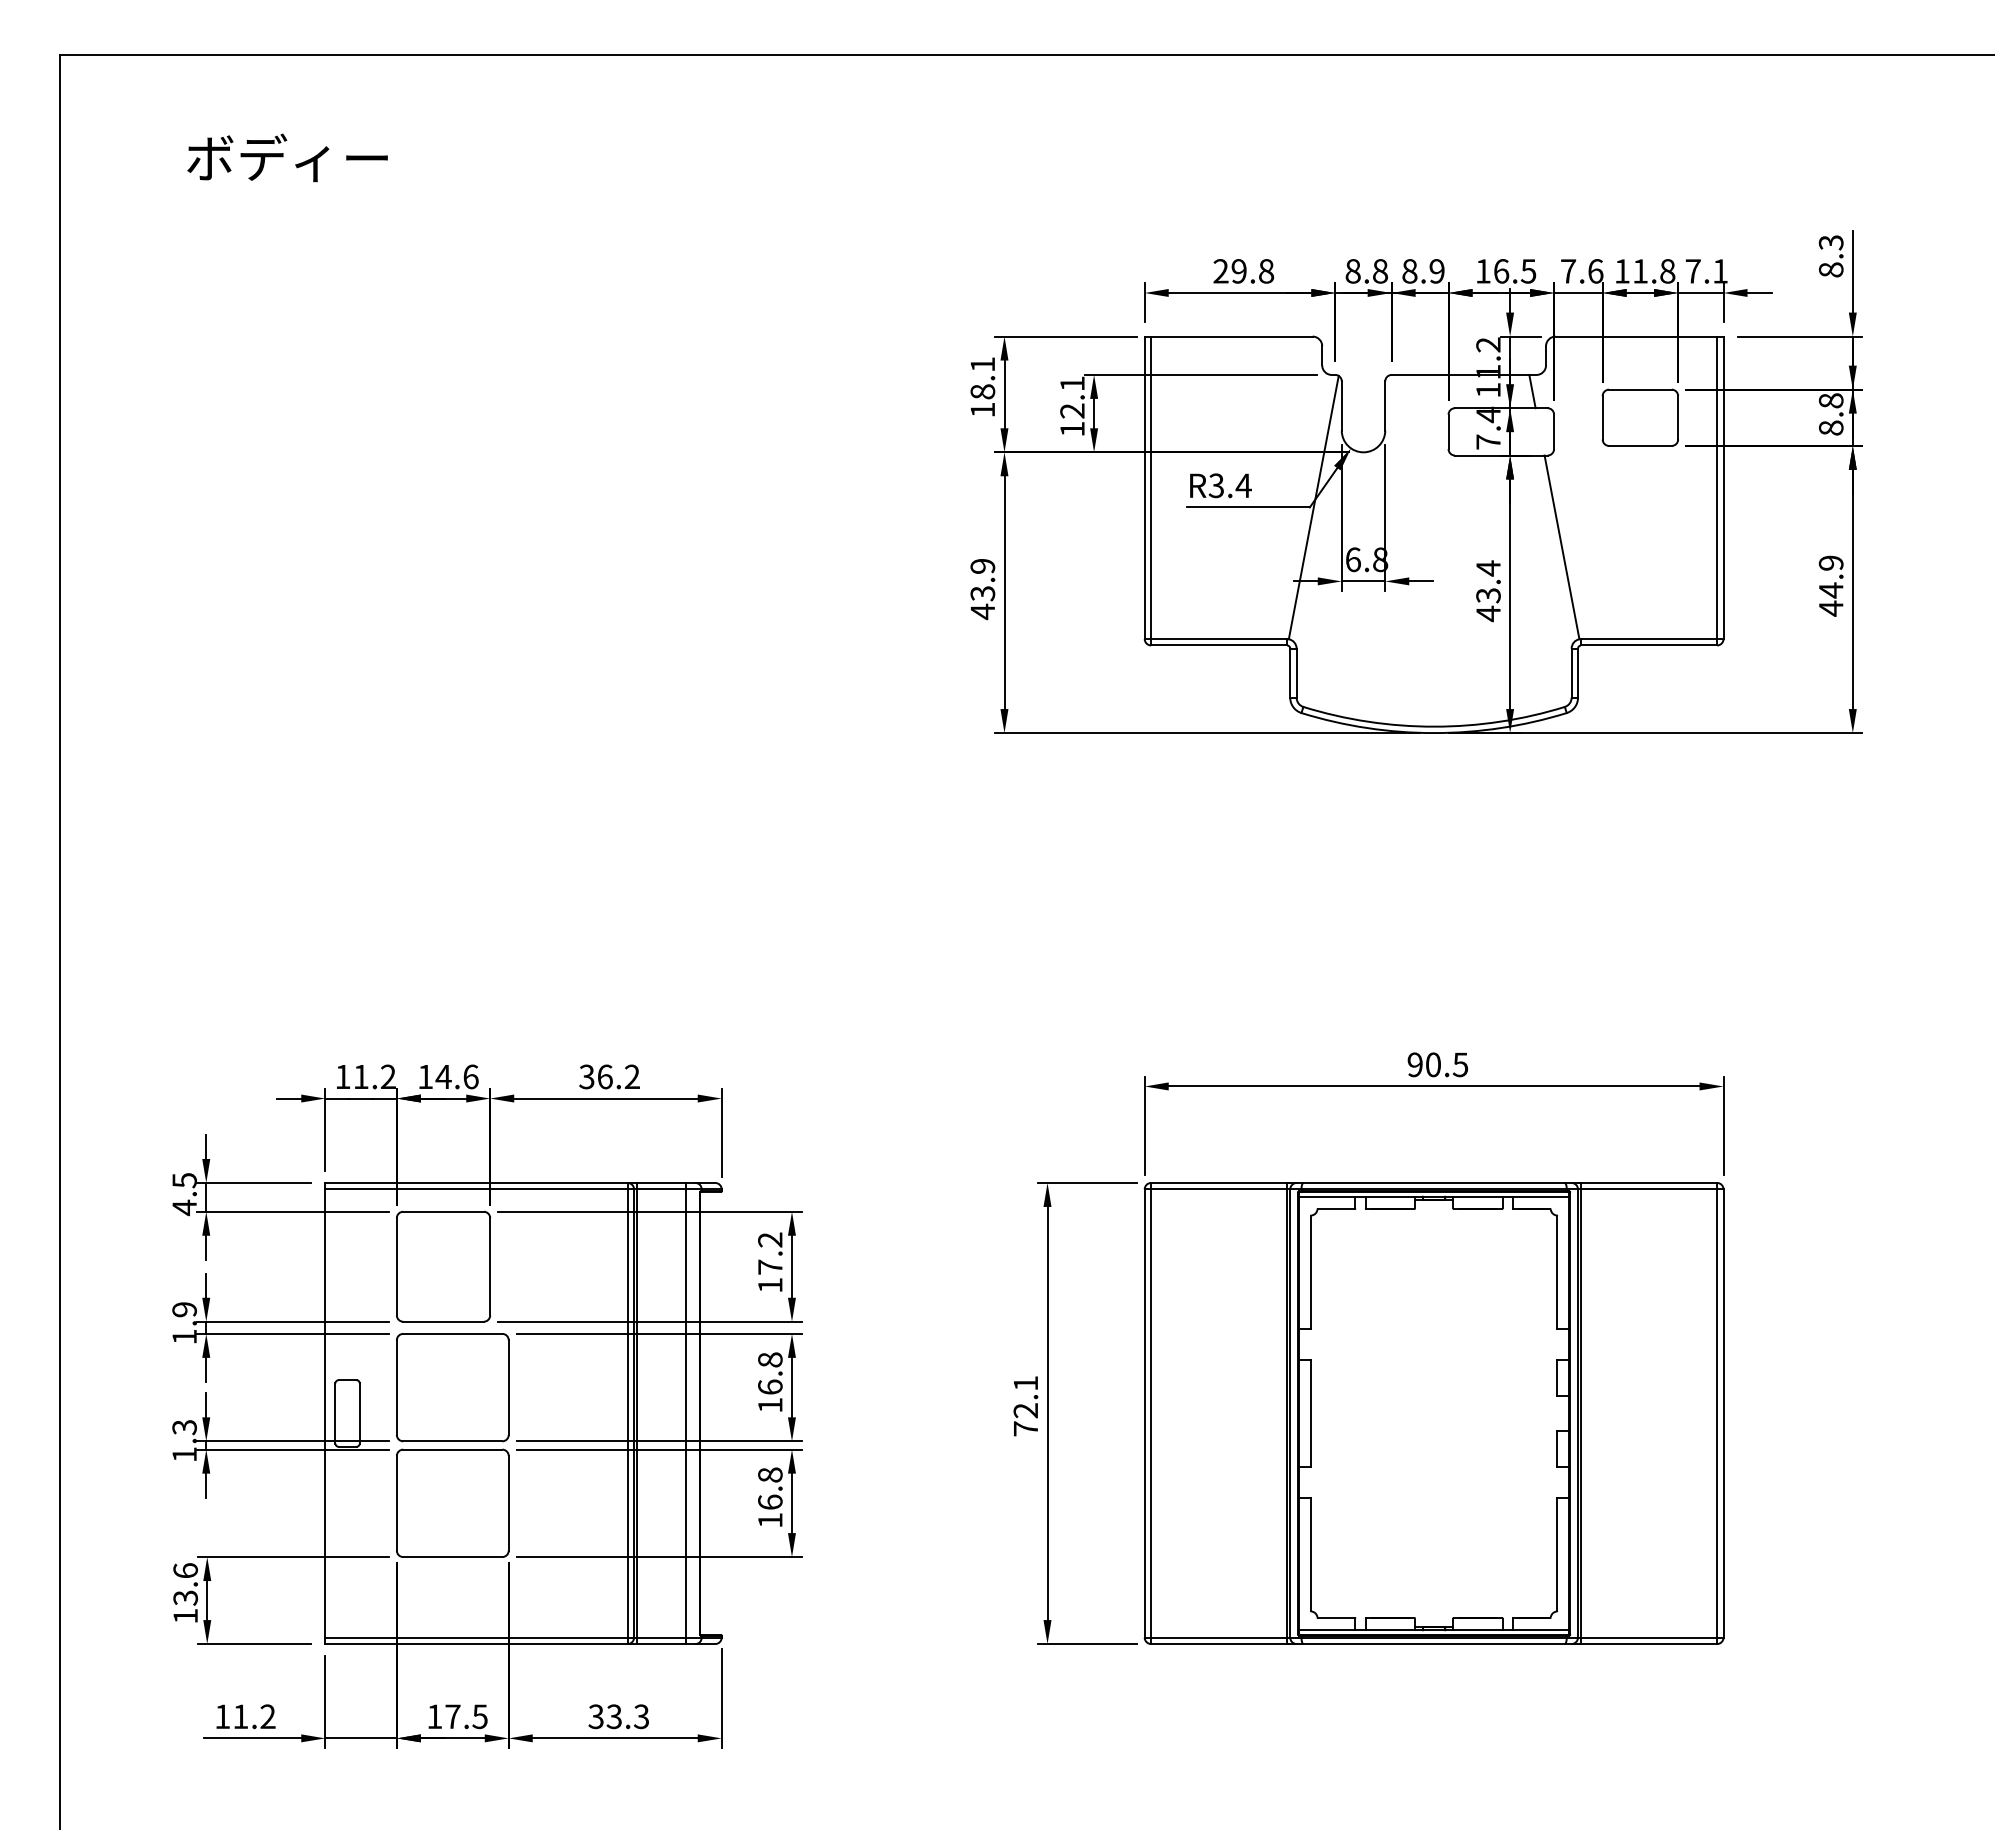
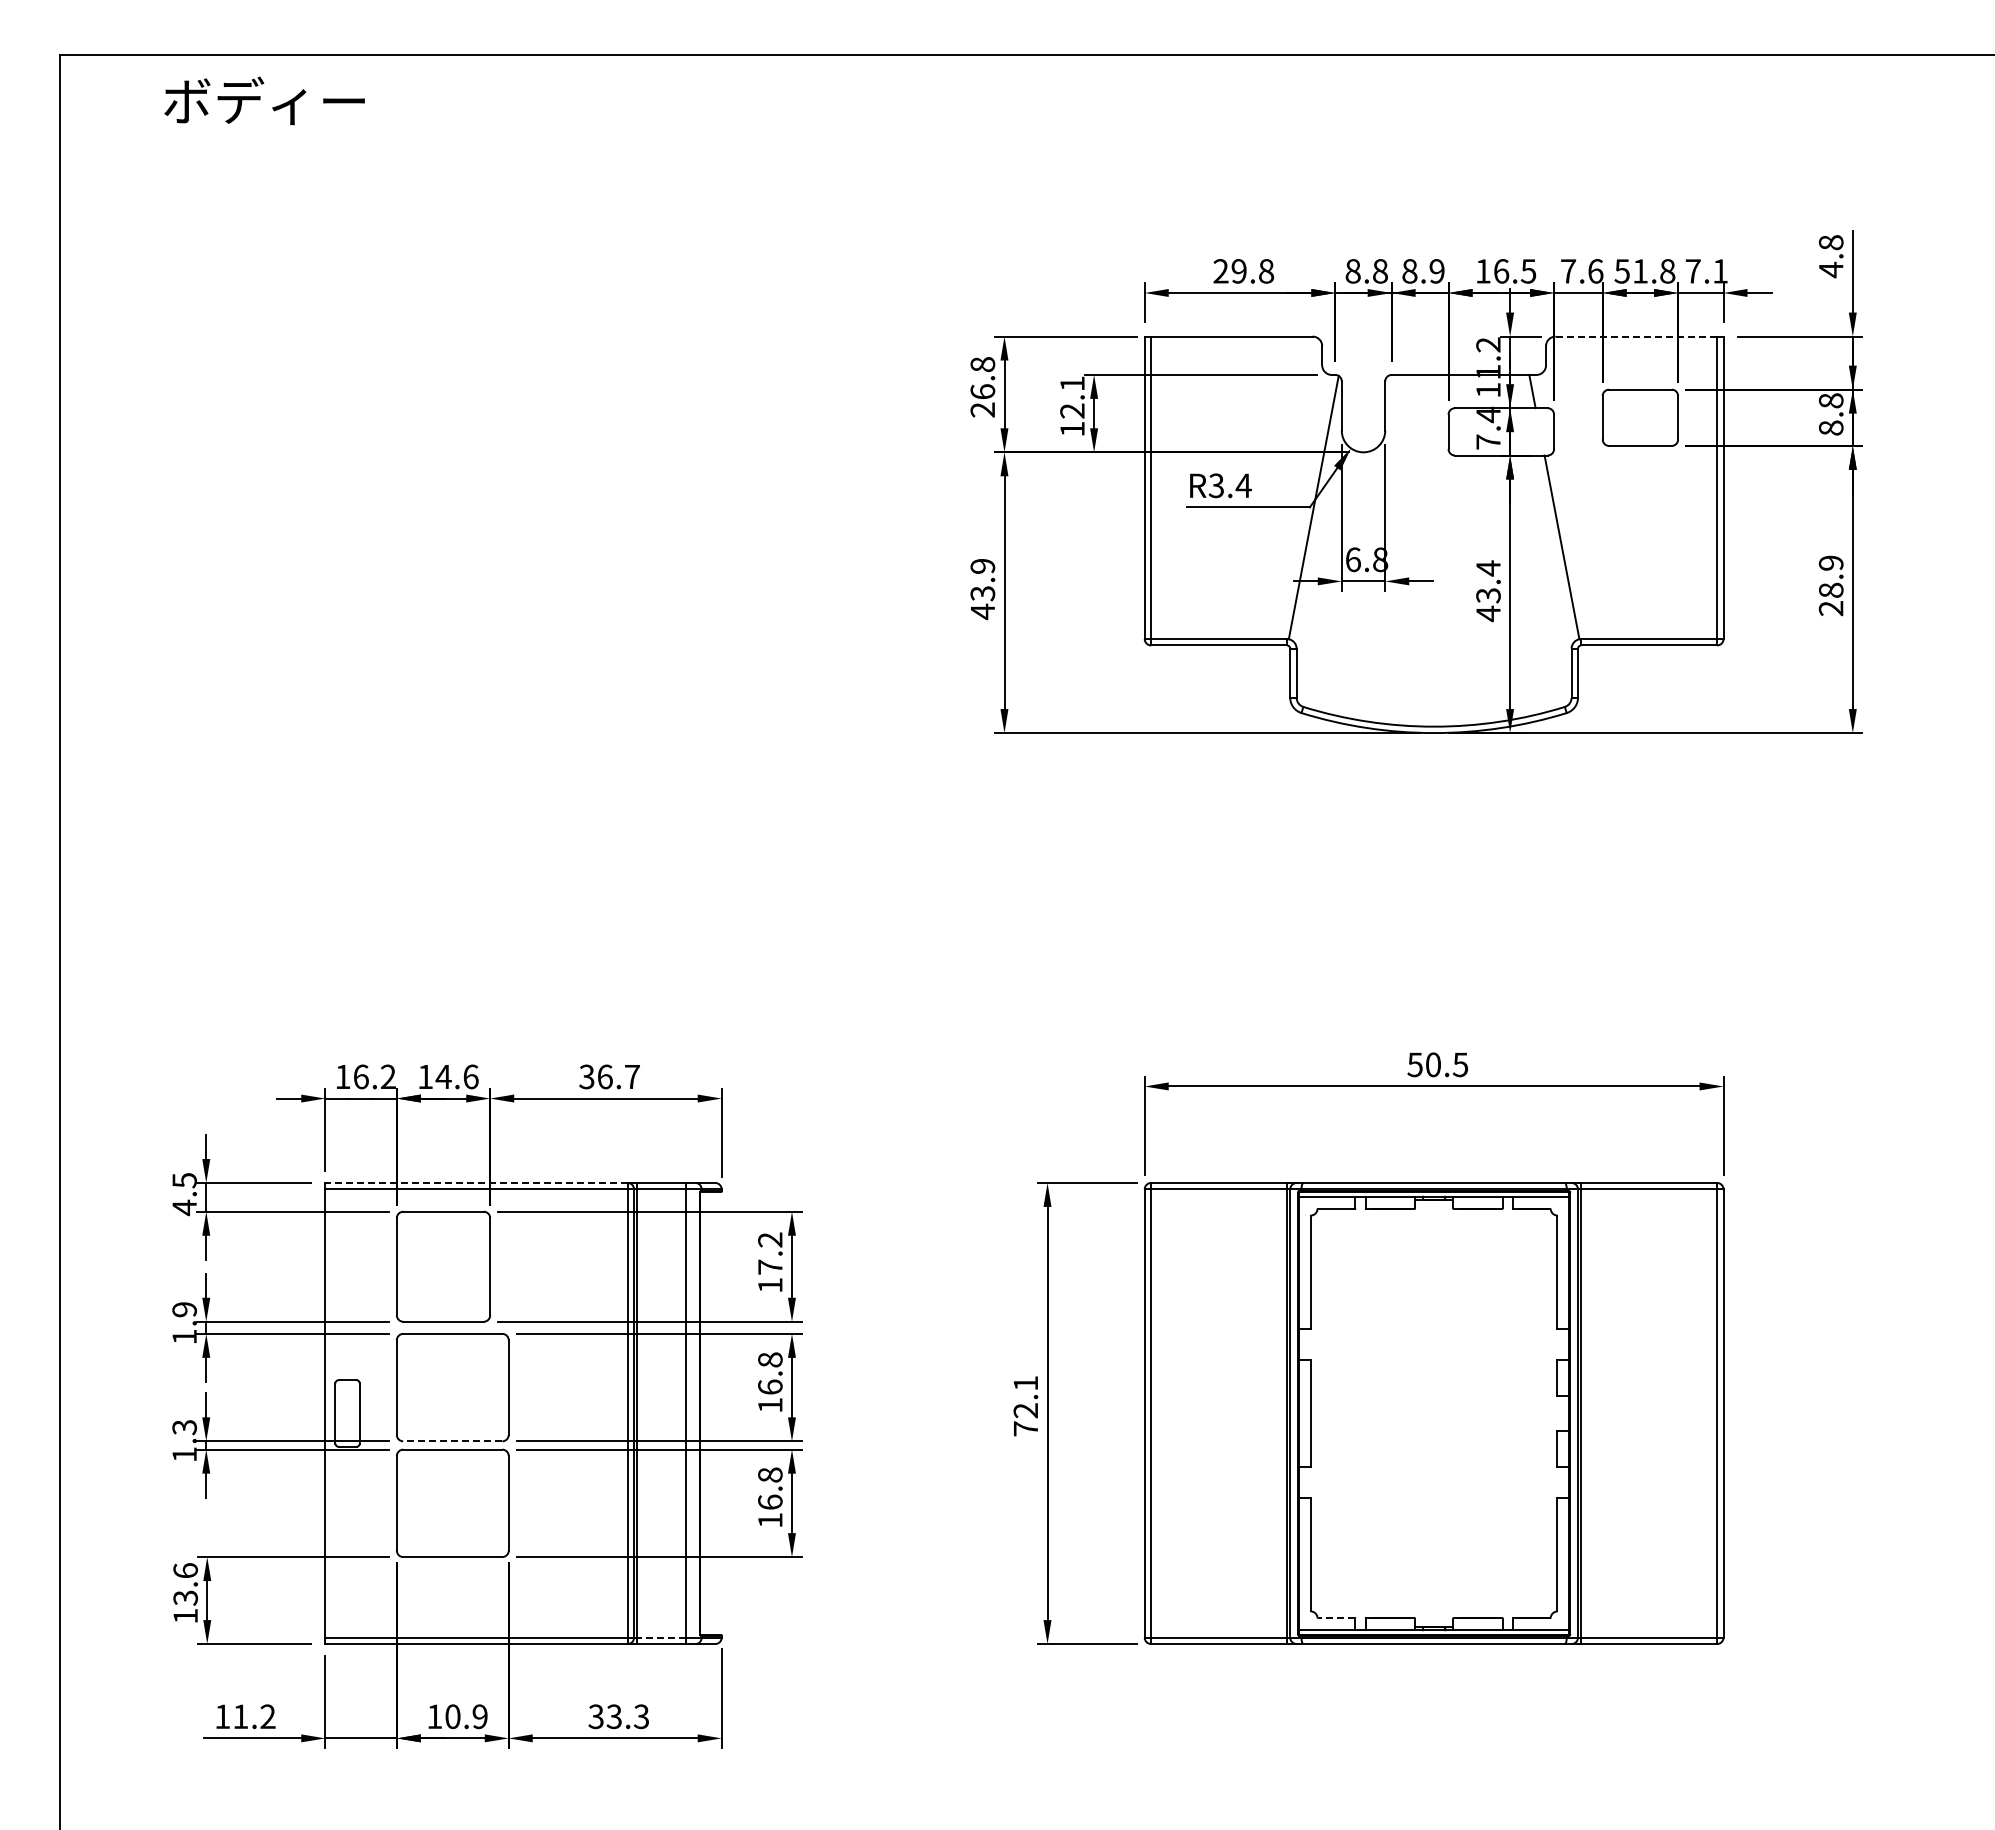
text at (287, 157) position: (287, 157) -> (264, 100)
text at (1830, 256): 8.3 -> 4.8
text at (1621, 271): 11.8 -> 51.8
line at (1636, 336): solid -> dashed
text at (982, 387): 18.1 -> 26.8
text at (1830, 599): 44.9 -> 28.9
text at (1414, 1064): 90.5 -> 50.5
text at (361, 1076): 11.2 -> 16.2
text at (631, 1076): 36.2 -> 36.7
line at (475, 1182): solid -> dashed
line at (452, 1441): solid -> dashed
line at (1335, 1617): solid -> dashed
line at (661, 1637): solid -> dashed
text at (466, 1716): 17.5 -> 10.9
